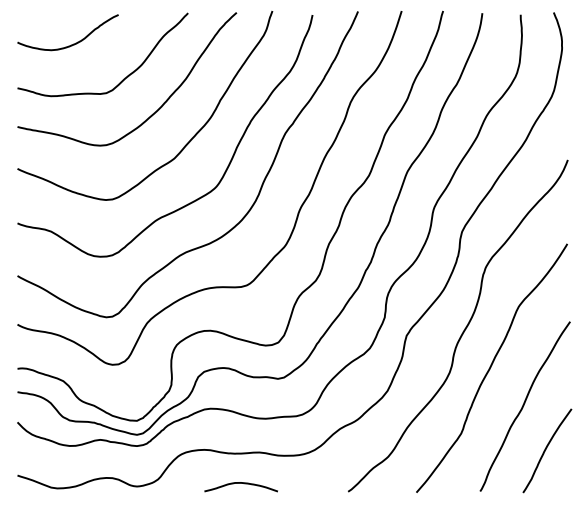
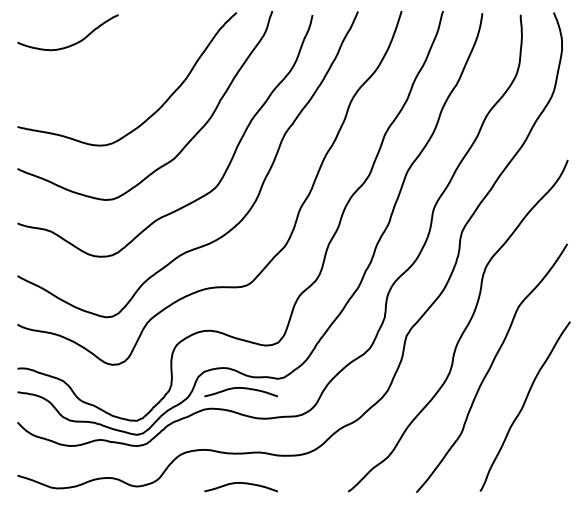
curve at (123, 78): present -> none
curve at (240, 388): none -> present
curve at (546, 449): present -> none
